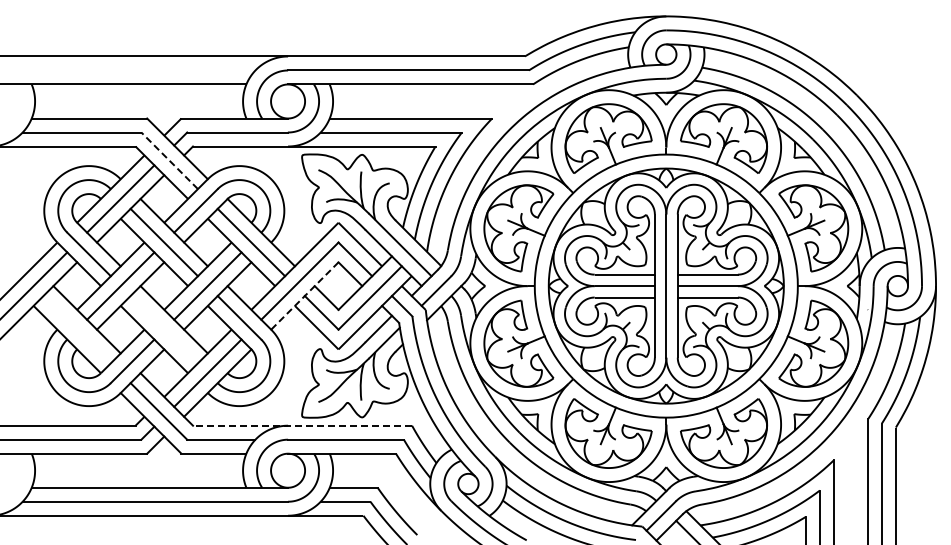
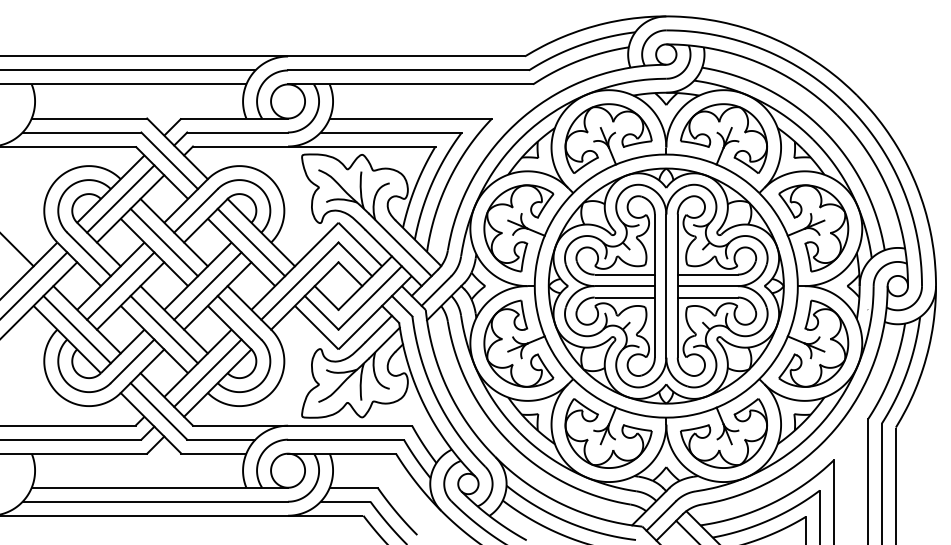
line at (128, 70): none -> present
line at (169, 160): dashed -> solid
line at (17, 250): none -> present
line at (304, 296): dashed -> solid
line at (76, 329): none -> present
line at (163, 329): none -> present
line at (302, 425): dashed -> solid
